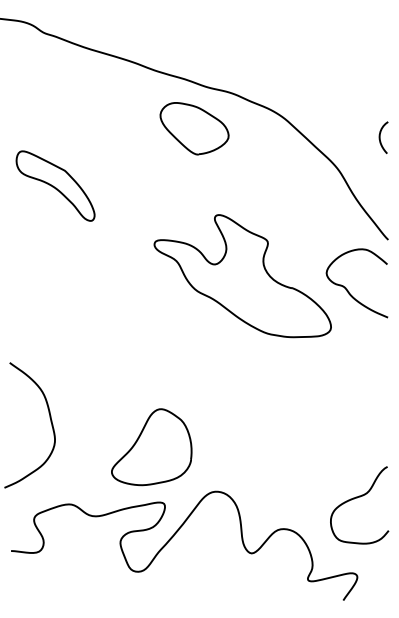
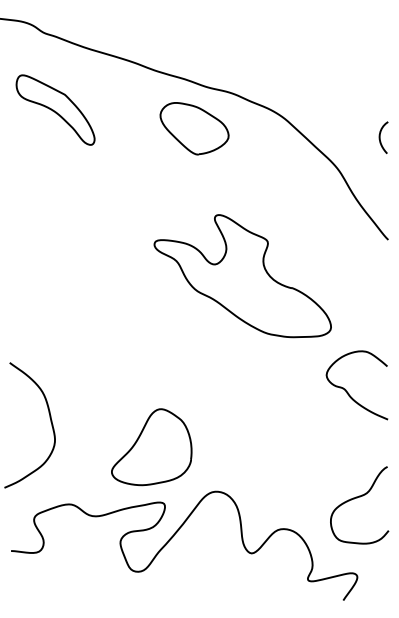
part at (55, 185) position: (55, 185) -> (55, 109)
curve at (348, 290) position: (348, 290) -> (348, 392)
